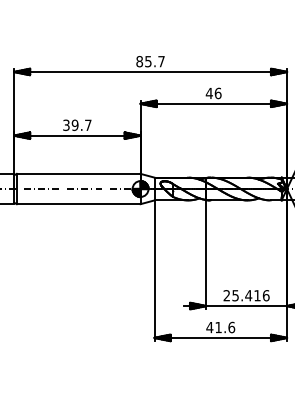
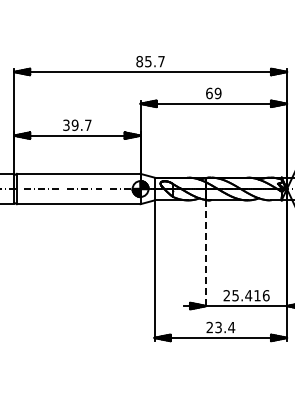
text at (213, 93): 46 -> 69
line at (206, 255): solid -> dashed
text at (220, 327): 41.6 -> 23.4
